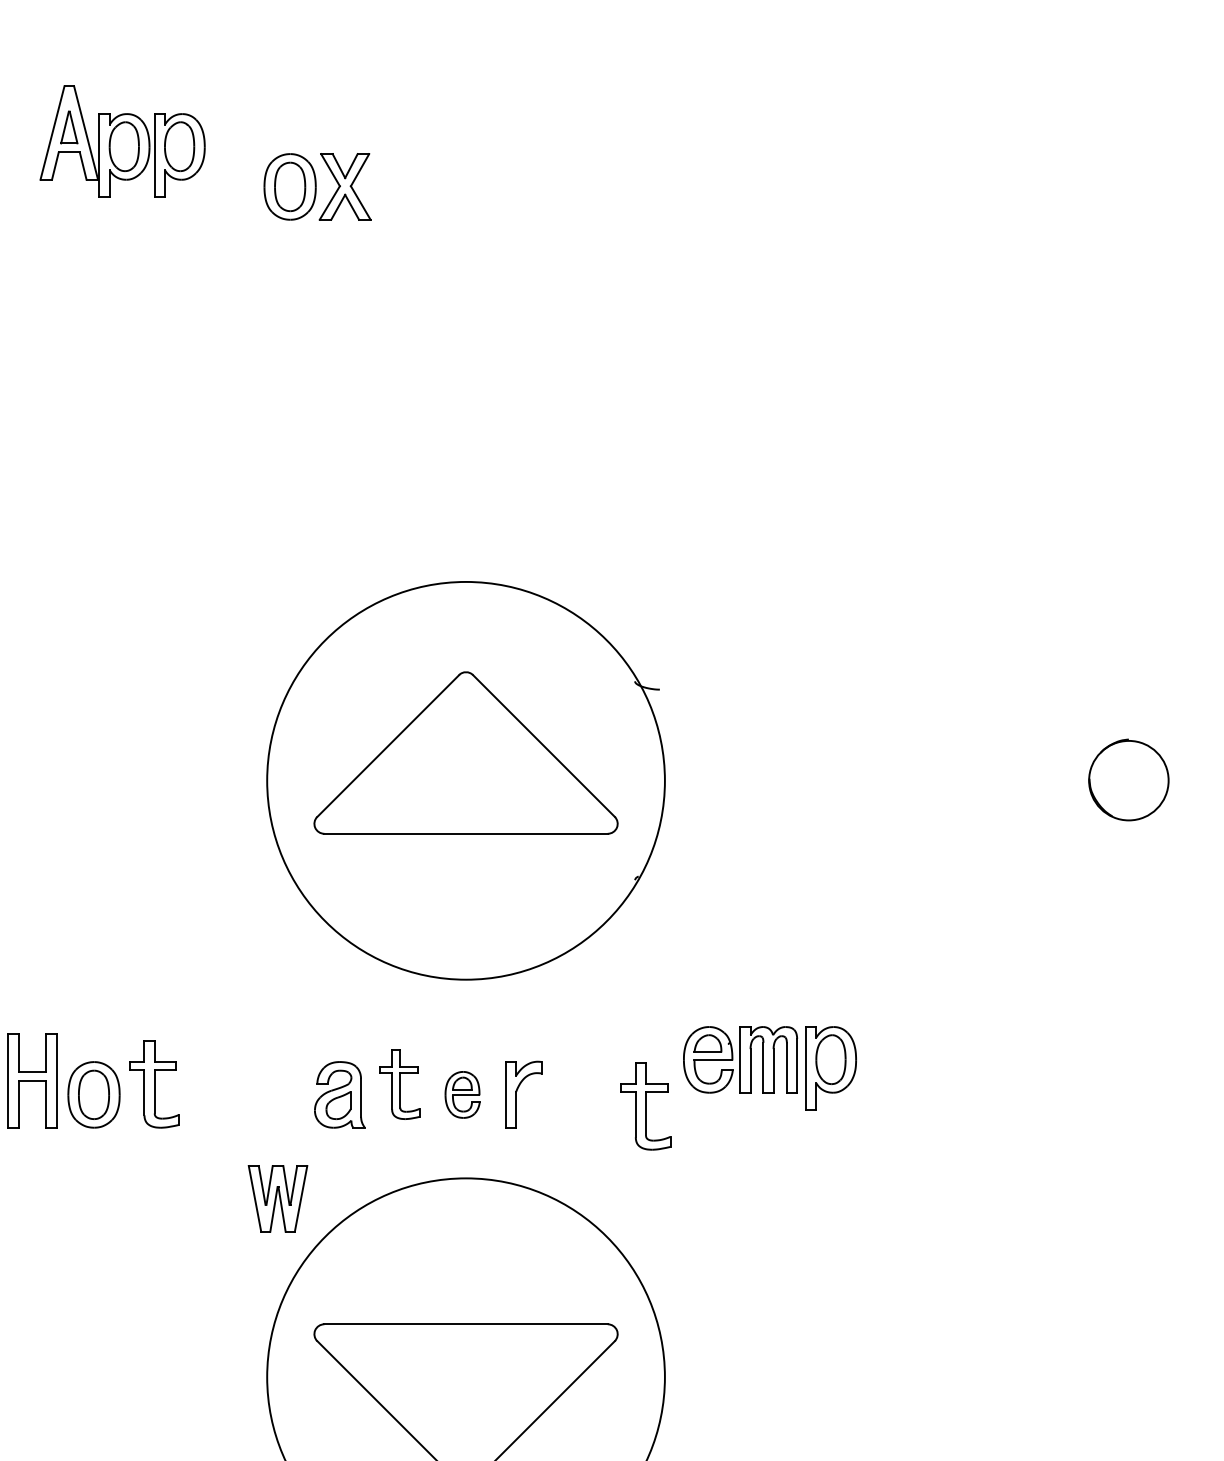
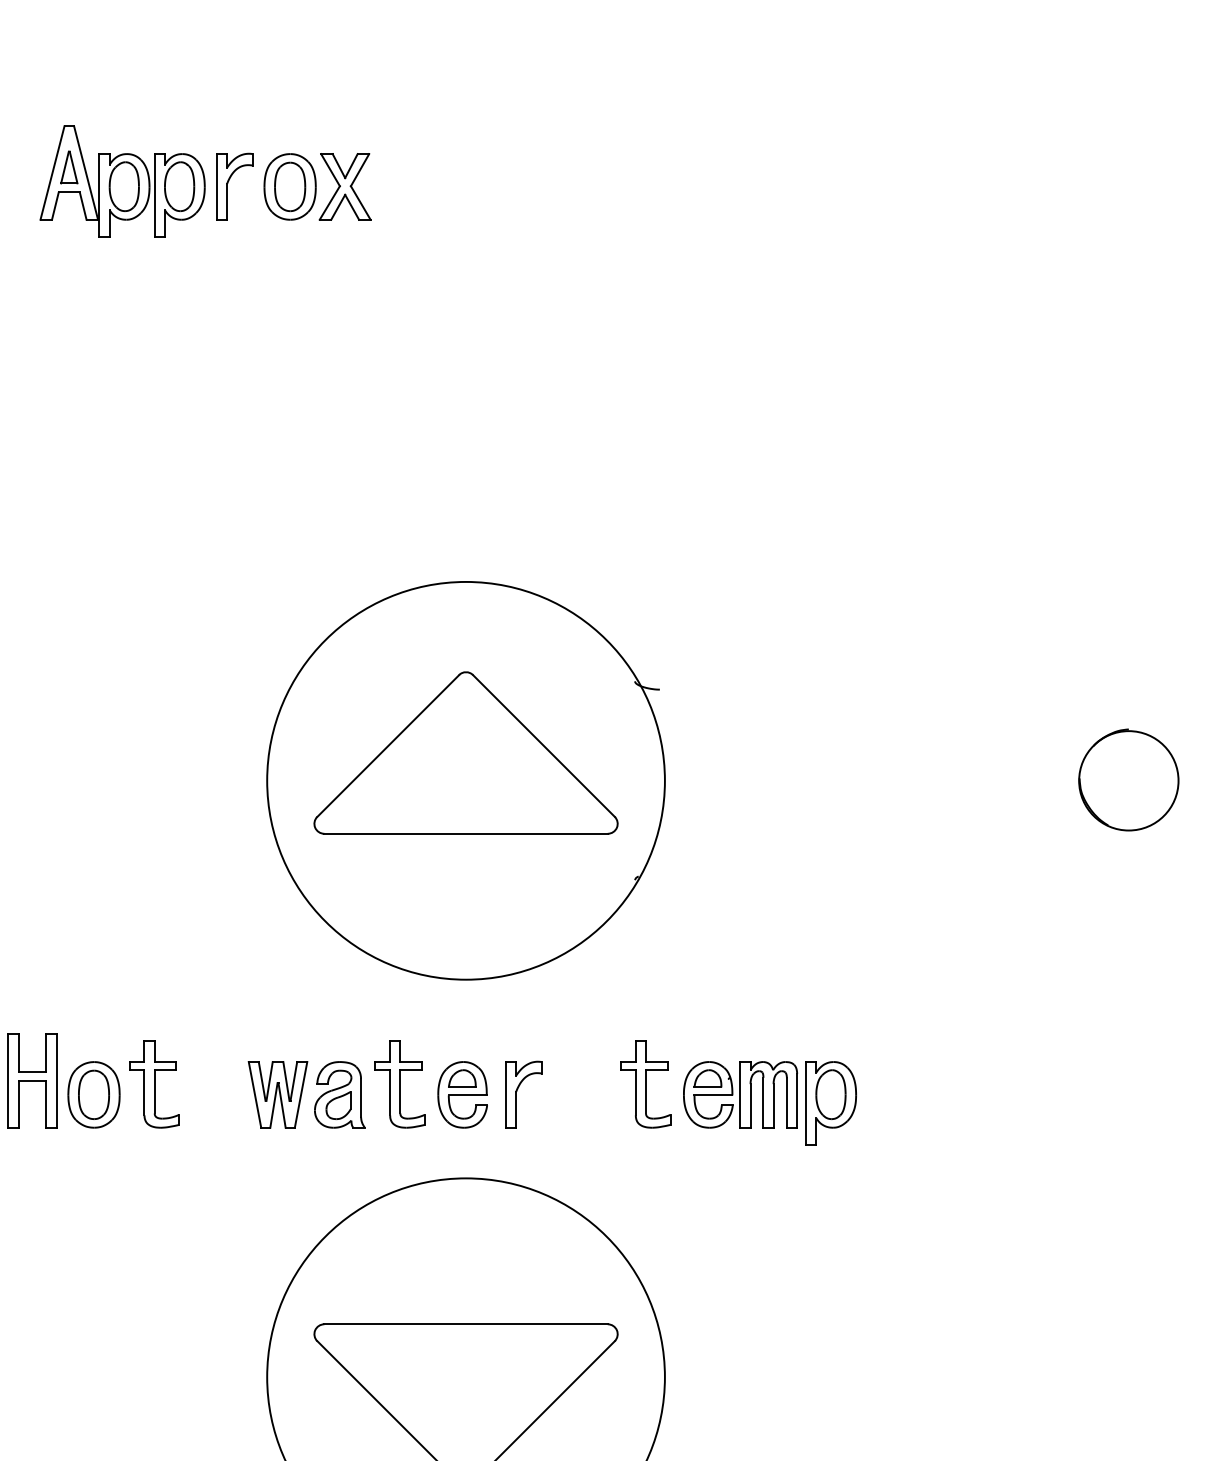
part at (122, 141) position: (122, 141) -> (122, 181)
part at (228, 183): none -> present
part at (1128, 779) size: 82x84 px -> 102x104 px
part at (769, 1068) position: (769, 1068) -> (769, 1103)
part at (399, 1084) size: 42x71 px -> 52x89 px
part at (462, 1094) size: 37x48 px -> 51x68 px
part at (645, 1106) position: (645, 1106) -> (645, 1084)
part at (277, 1198) position: (277, 1198) -> (277, 1094)
